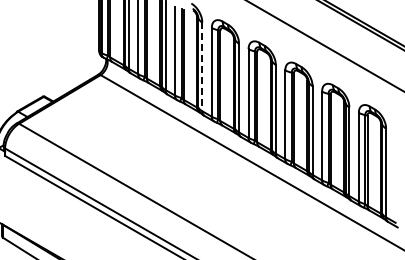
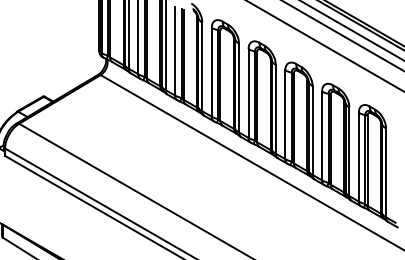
line at (351, 30): none -> present
line at (342, 35): none -> present
line at (202, 67): dashed -> solid
